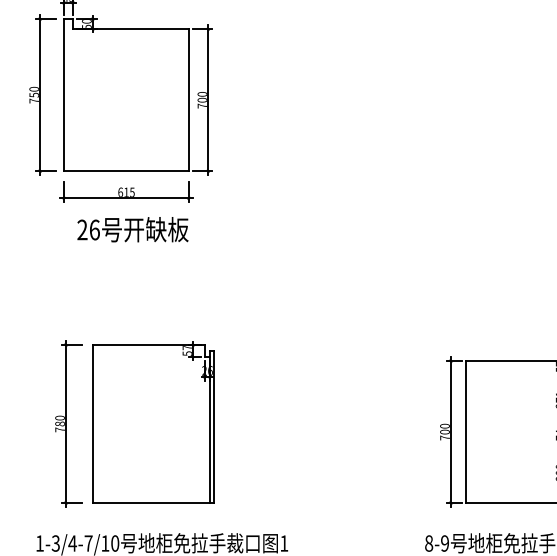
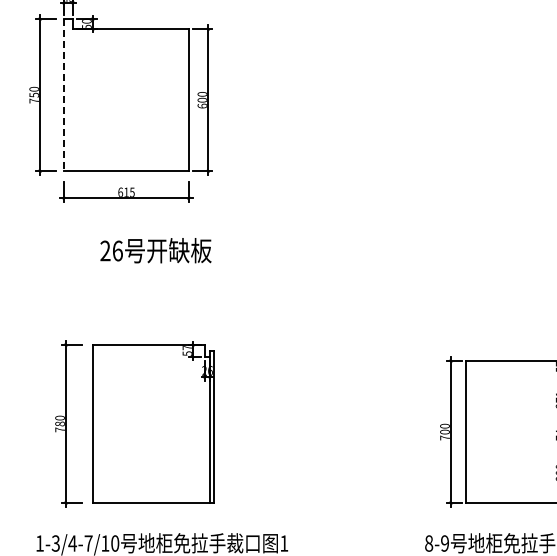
line at (64, 95): solid -> dashed
text at (201, 105): 700 -> 600
text at (132, 229) position: (132, 229) -> (155, 250)
